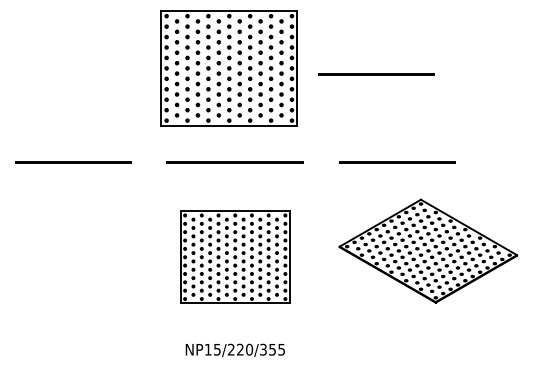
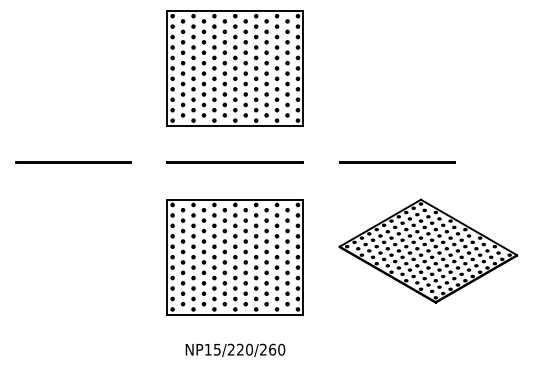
part at (228, 68) position: (228, 68) -> (234, 68)
line at (376, 74): present -> none
part at (235, 256) size: 111x94 px -> 138x117 px
text at (272, 349): NP15/220/355 -> NP15/220/260
